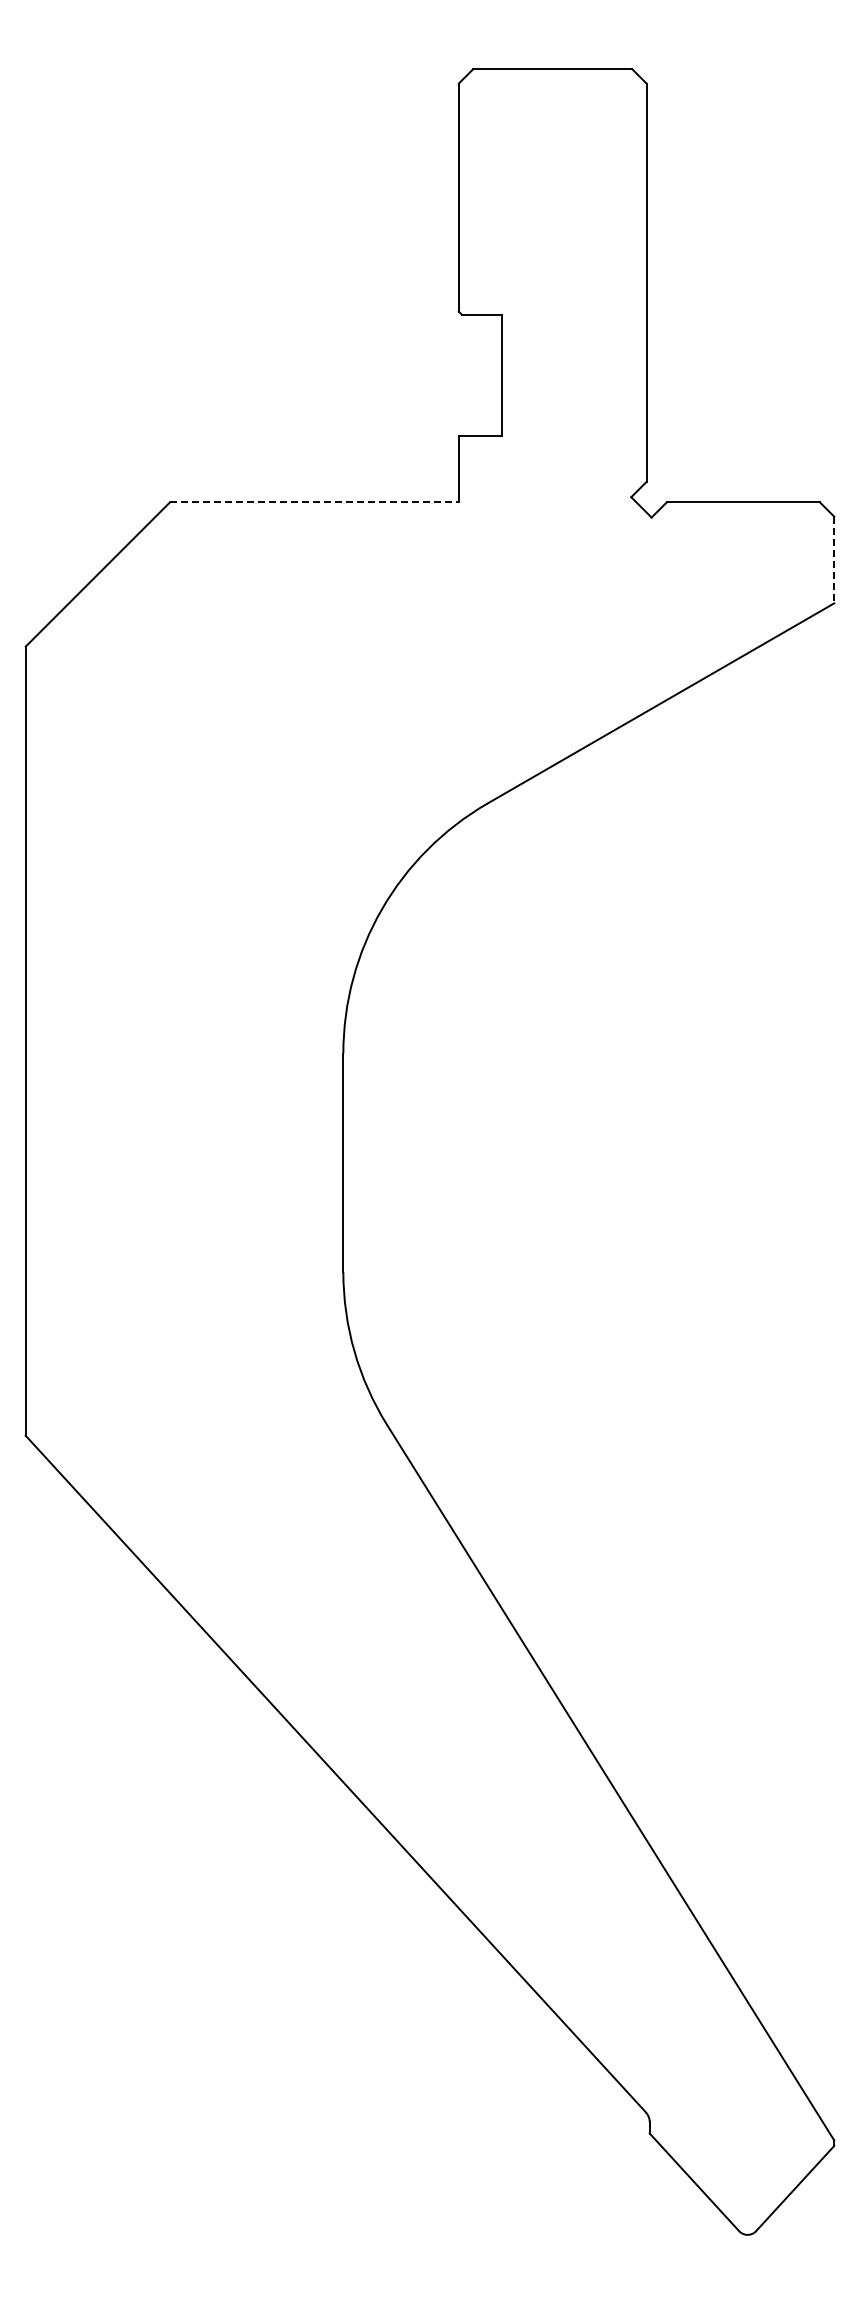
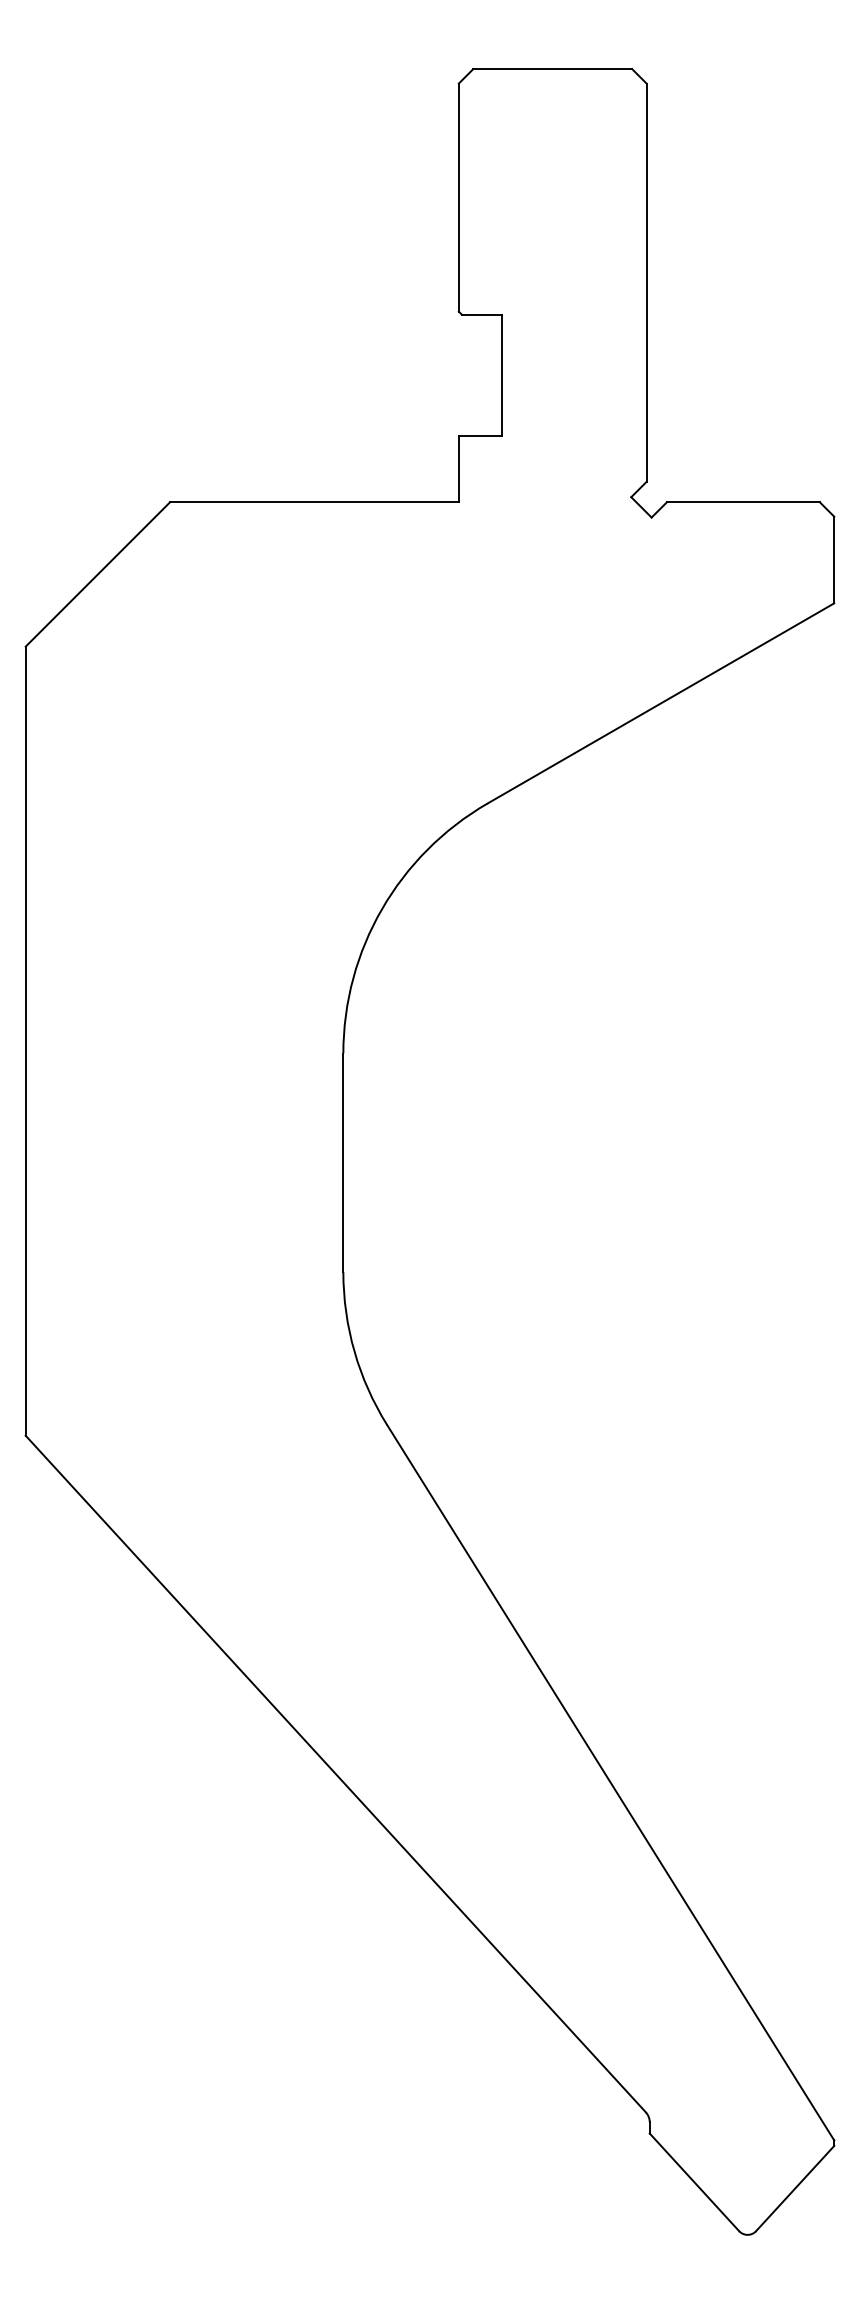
line at (314, 502): dashed -> solid
line at (834, 560): dashed -> solid
